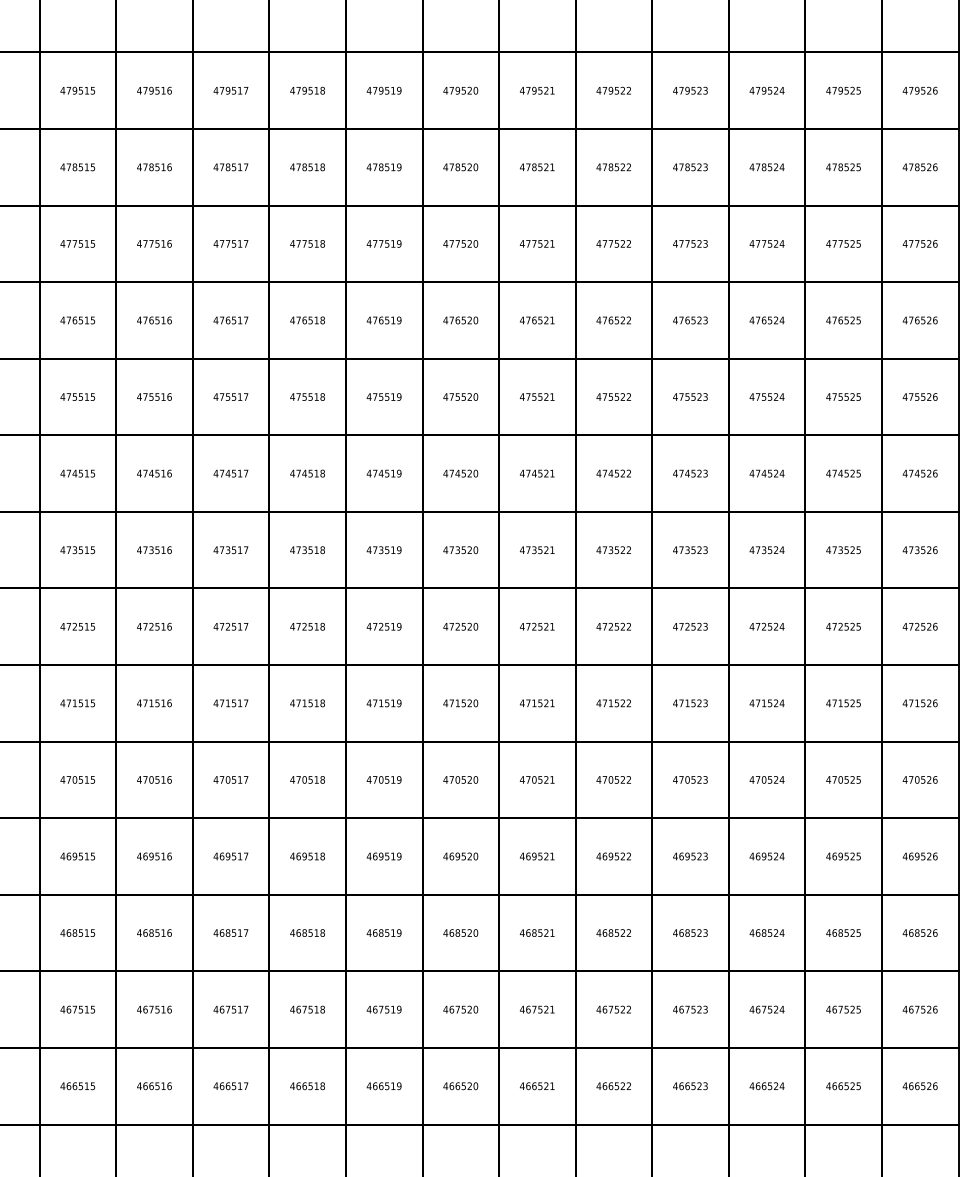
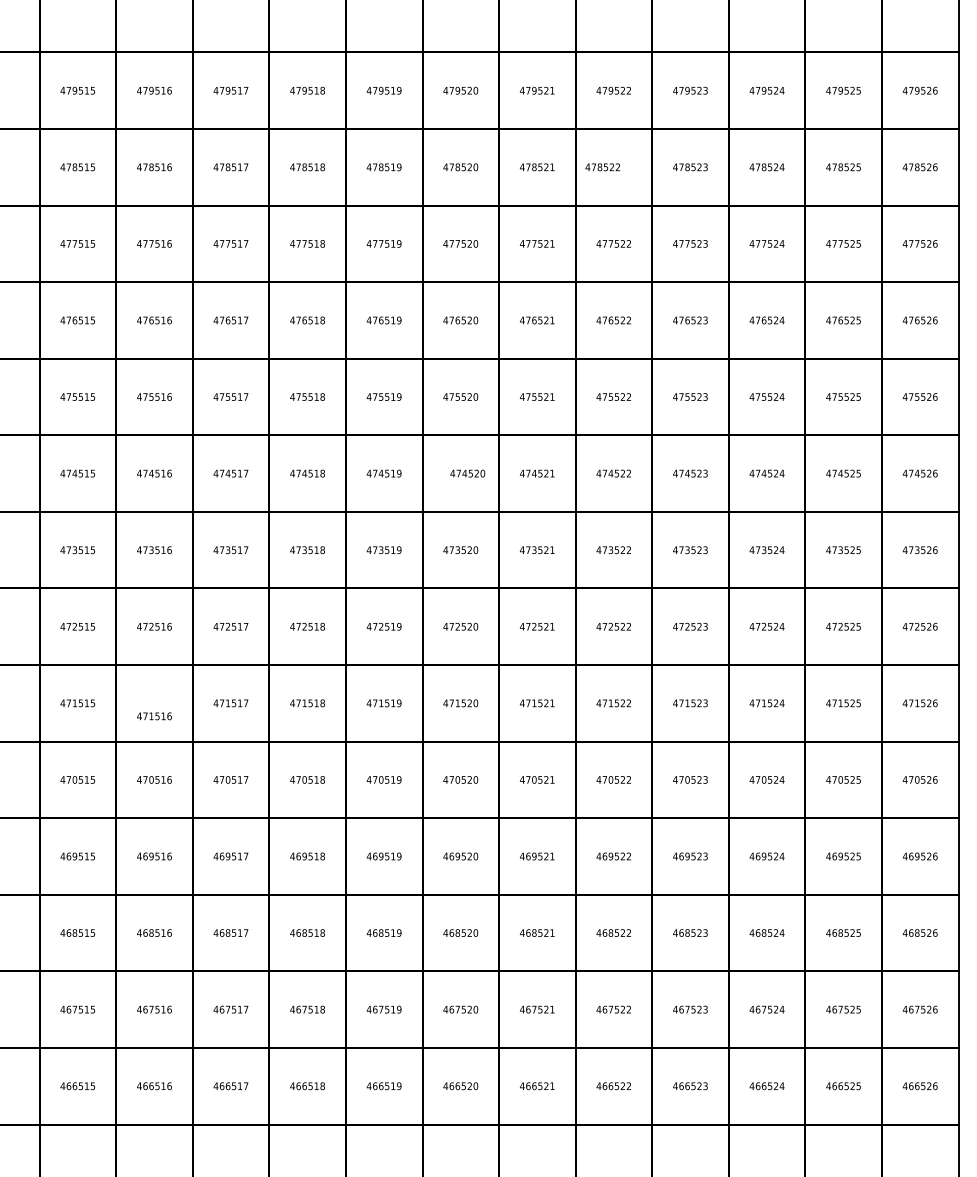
text at (613, 167) position: (613, 167) -> (602, 167)
text at (460, 473) position: (460, 473) -> (467, 473)
text at (154, 703) position: (154, 703) -> (154, 716)
